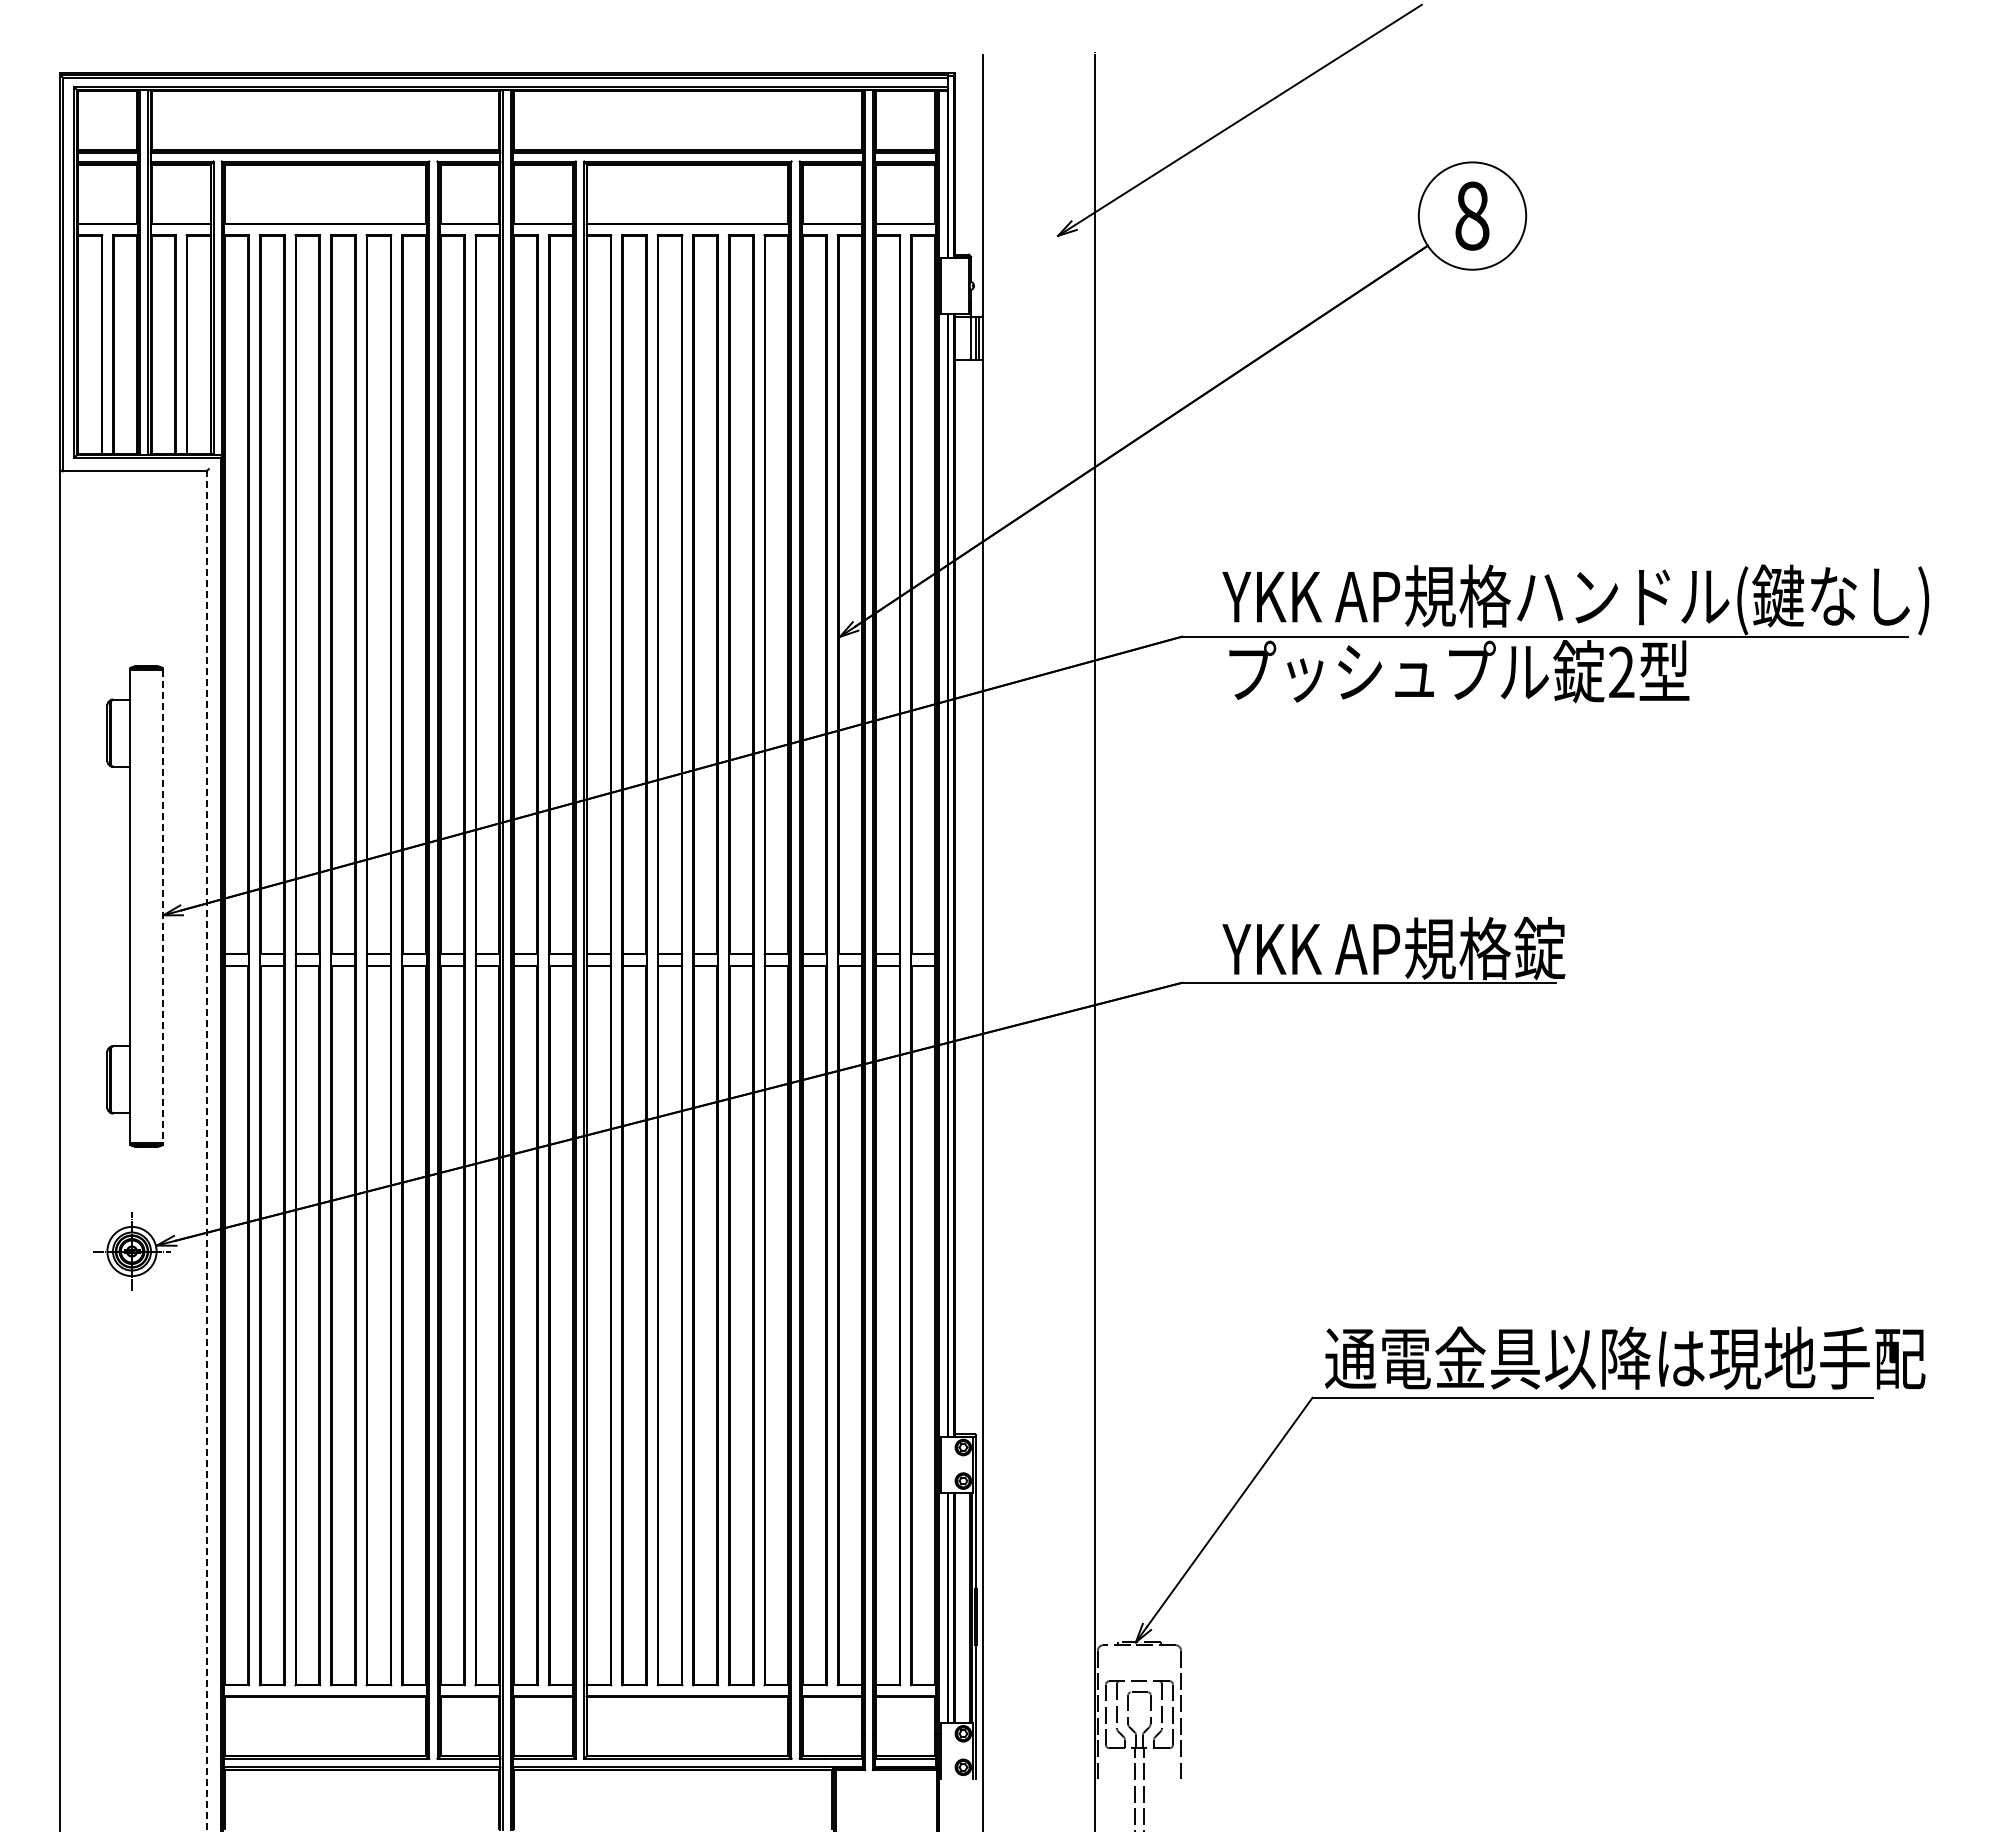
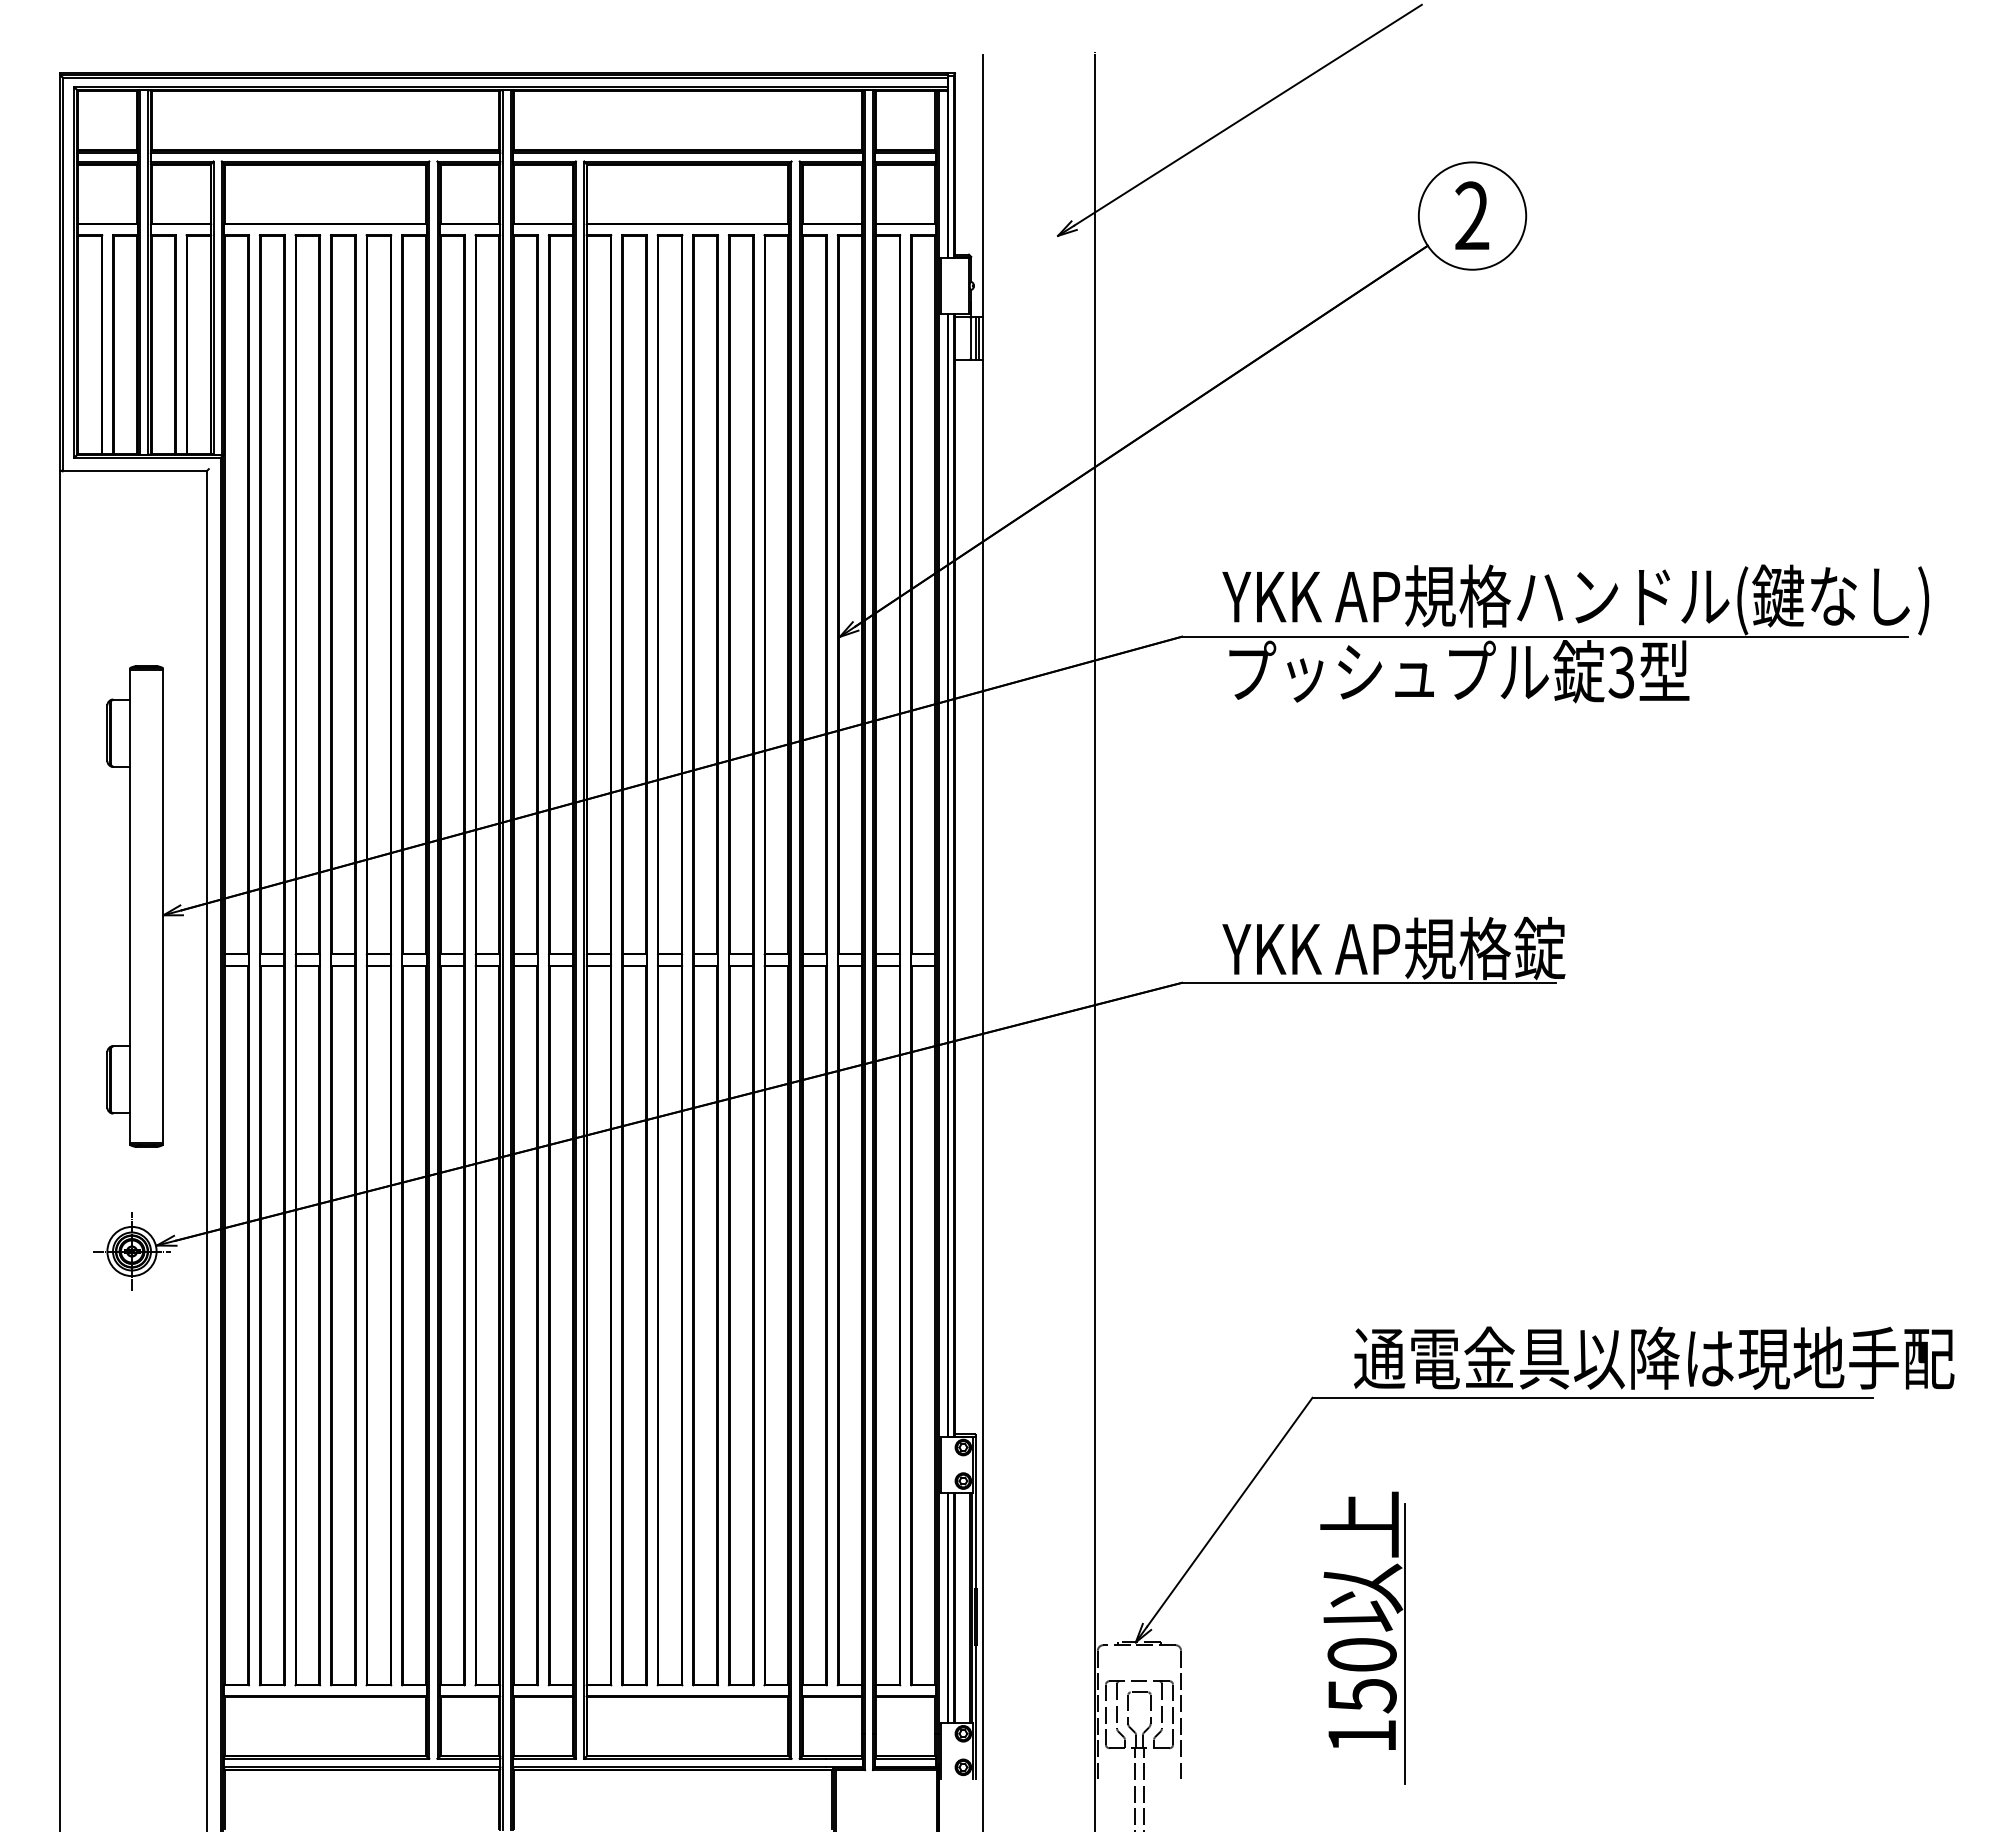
text at (1472, 215): 8 -> 2
text at (1621, 672): 2 -> 3
line at (163, 906): dashed -> solid
line at (206, 1151): dashed -> solid
text at (1625, 1357) position: (1625, 1357) -> (1654, 1357)
part at (1362, 1637): none -> present
